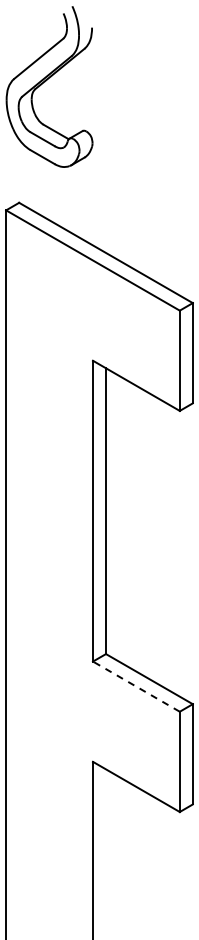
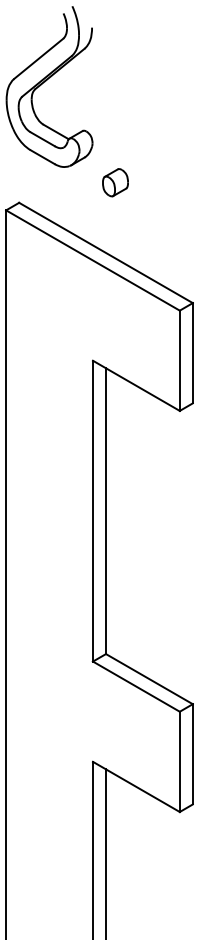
part at (115, 182): none -> present
line at (135, 686): dashed -> solid
line at (106, 852): none -> present
